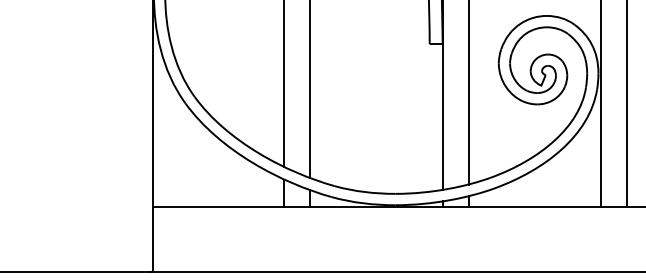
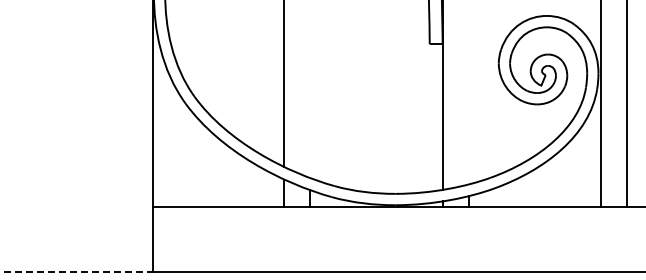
line at (310, 90): present -> none
line at (468, 93): present -> none
line at (75, 271): solid -> dashed
